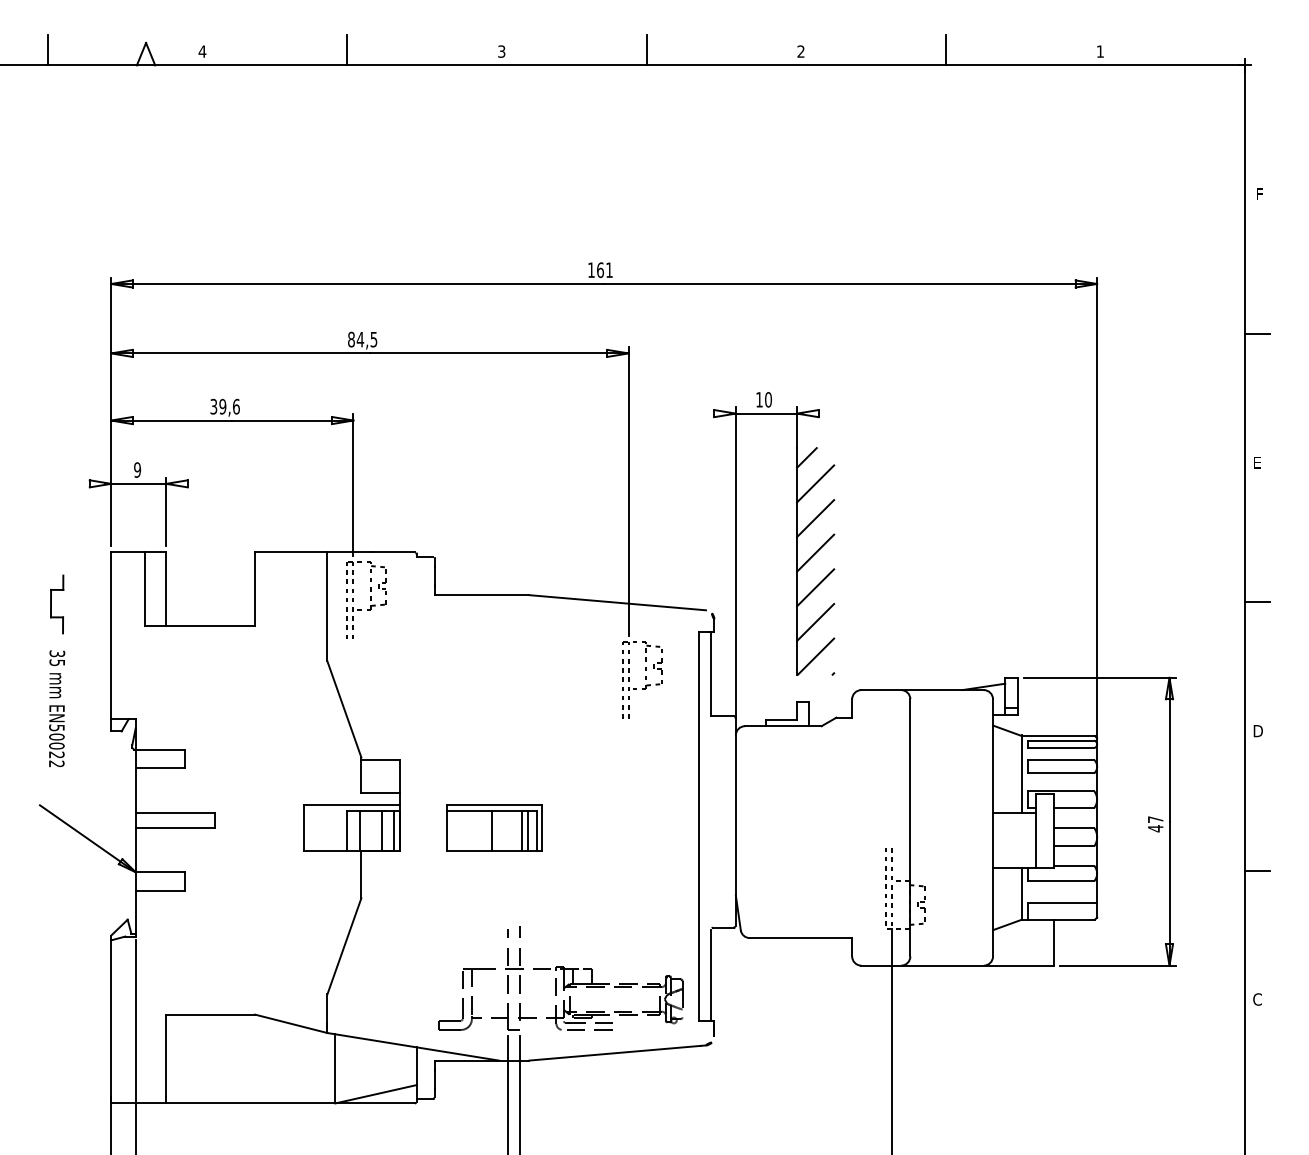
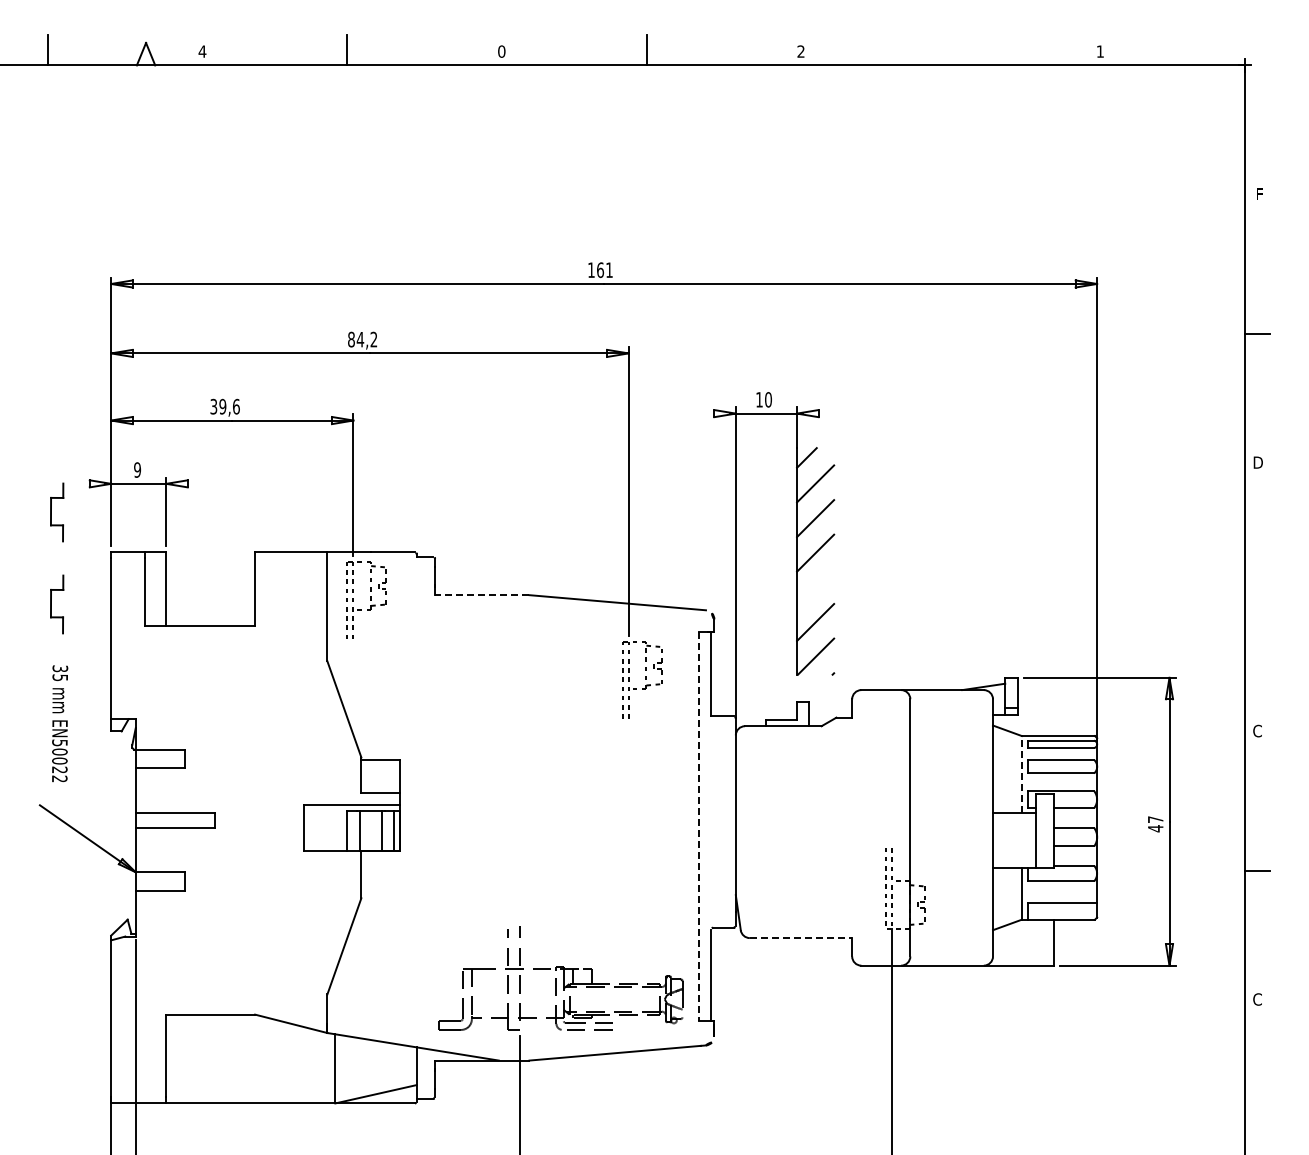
line at (945, 49): present -> none
text at (501, 51): 3 -> 0
text at (373, 339): 84,5 -> 84,2
text at (1257, 462): E -> D
part at (57, 512): none -> present
line at (815, 587): present -> none
line at (481, 595): solid -> dashed
line at (1257, 602): present -> none
text at (57, 708) position: (57, 708) -> (60, 723)
text at (1257, 730): D -> C
line at (1021, 773): solid -> dashed
line at (699, 826): solid -> dashed
part at (494, 827): present -> none
line at (801, 938): solid -> dashed
line at (508, 1093): present -> none
